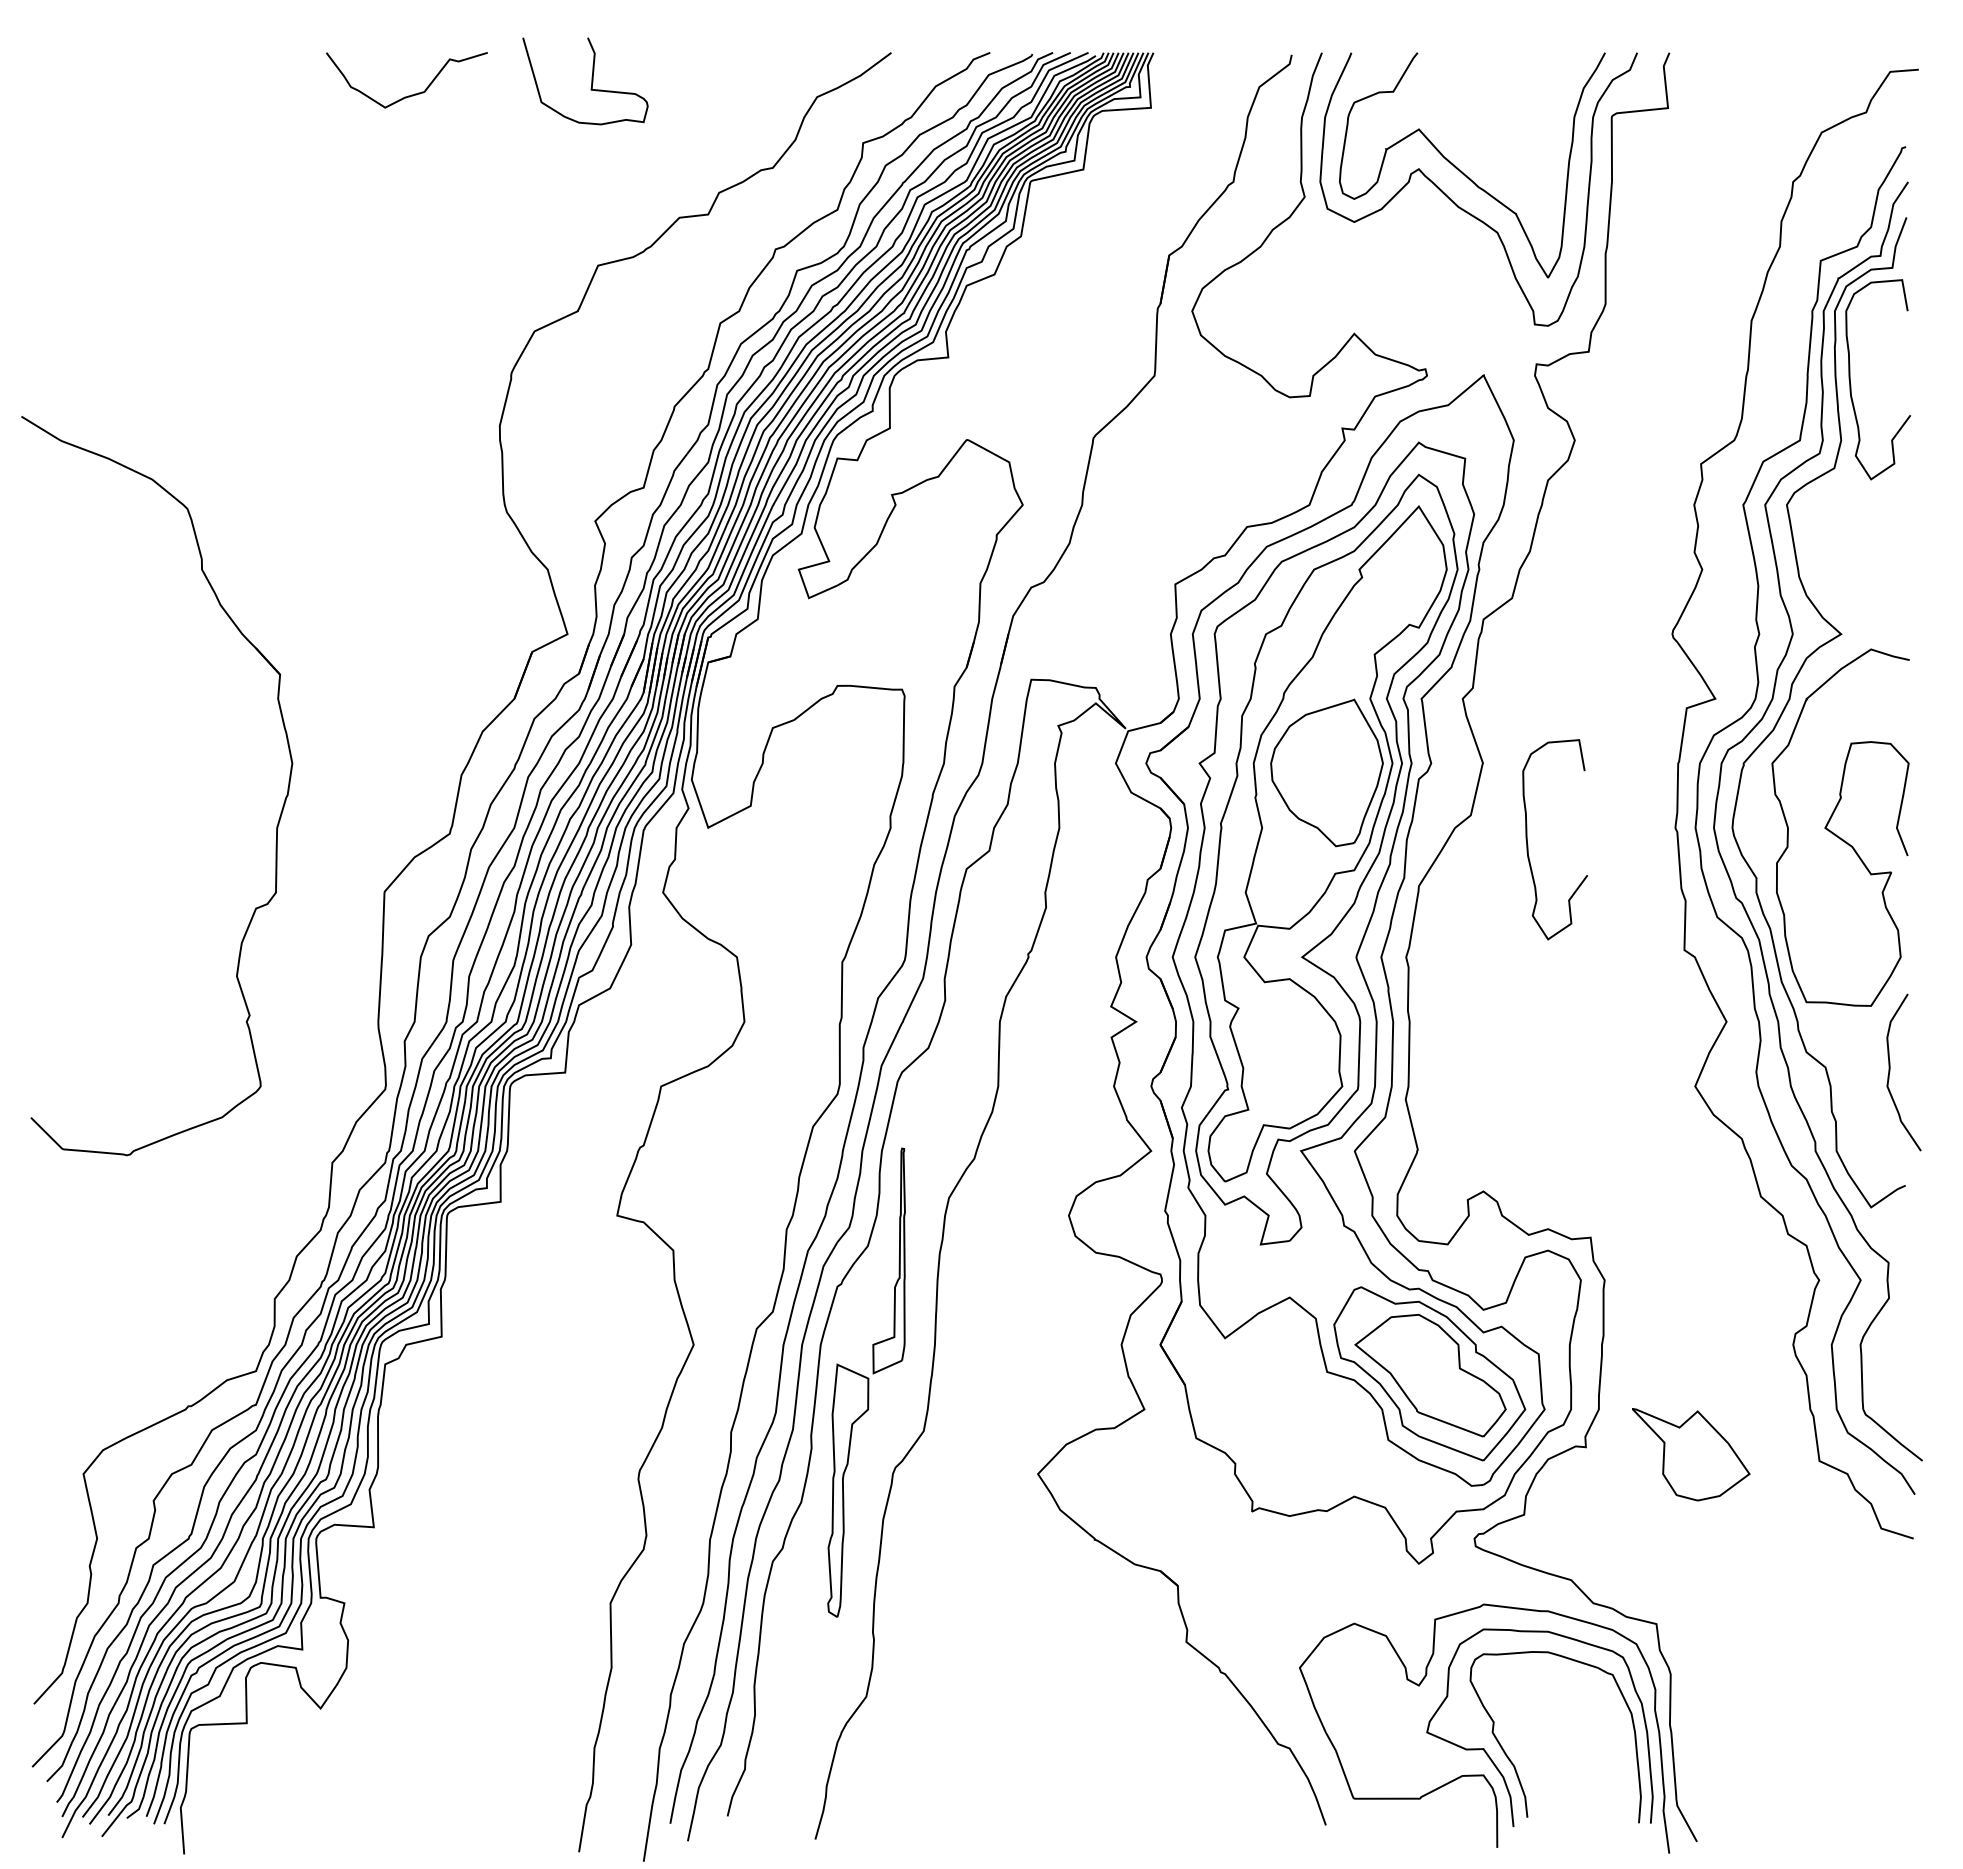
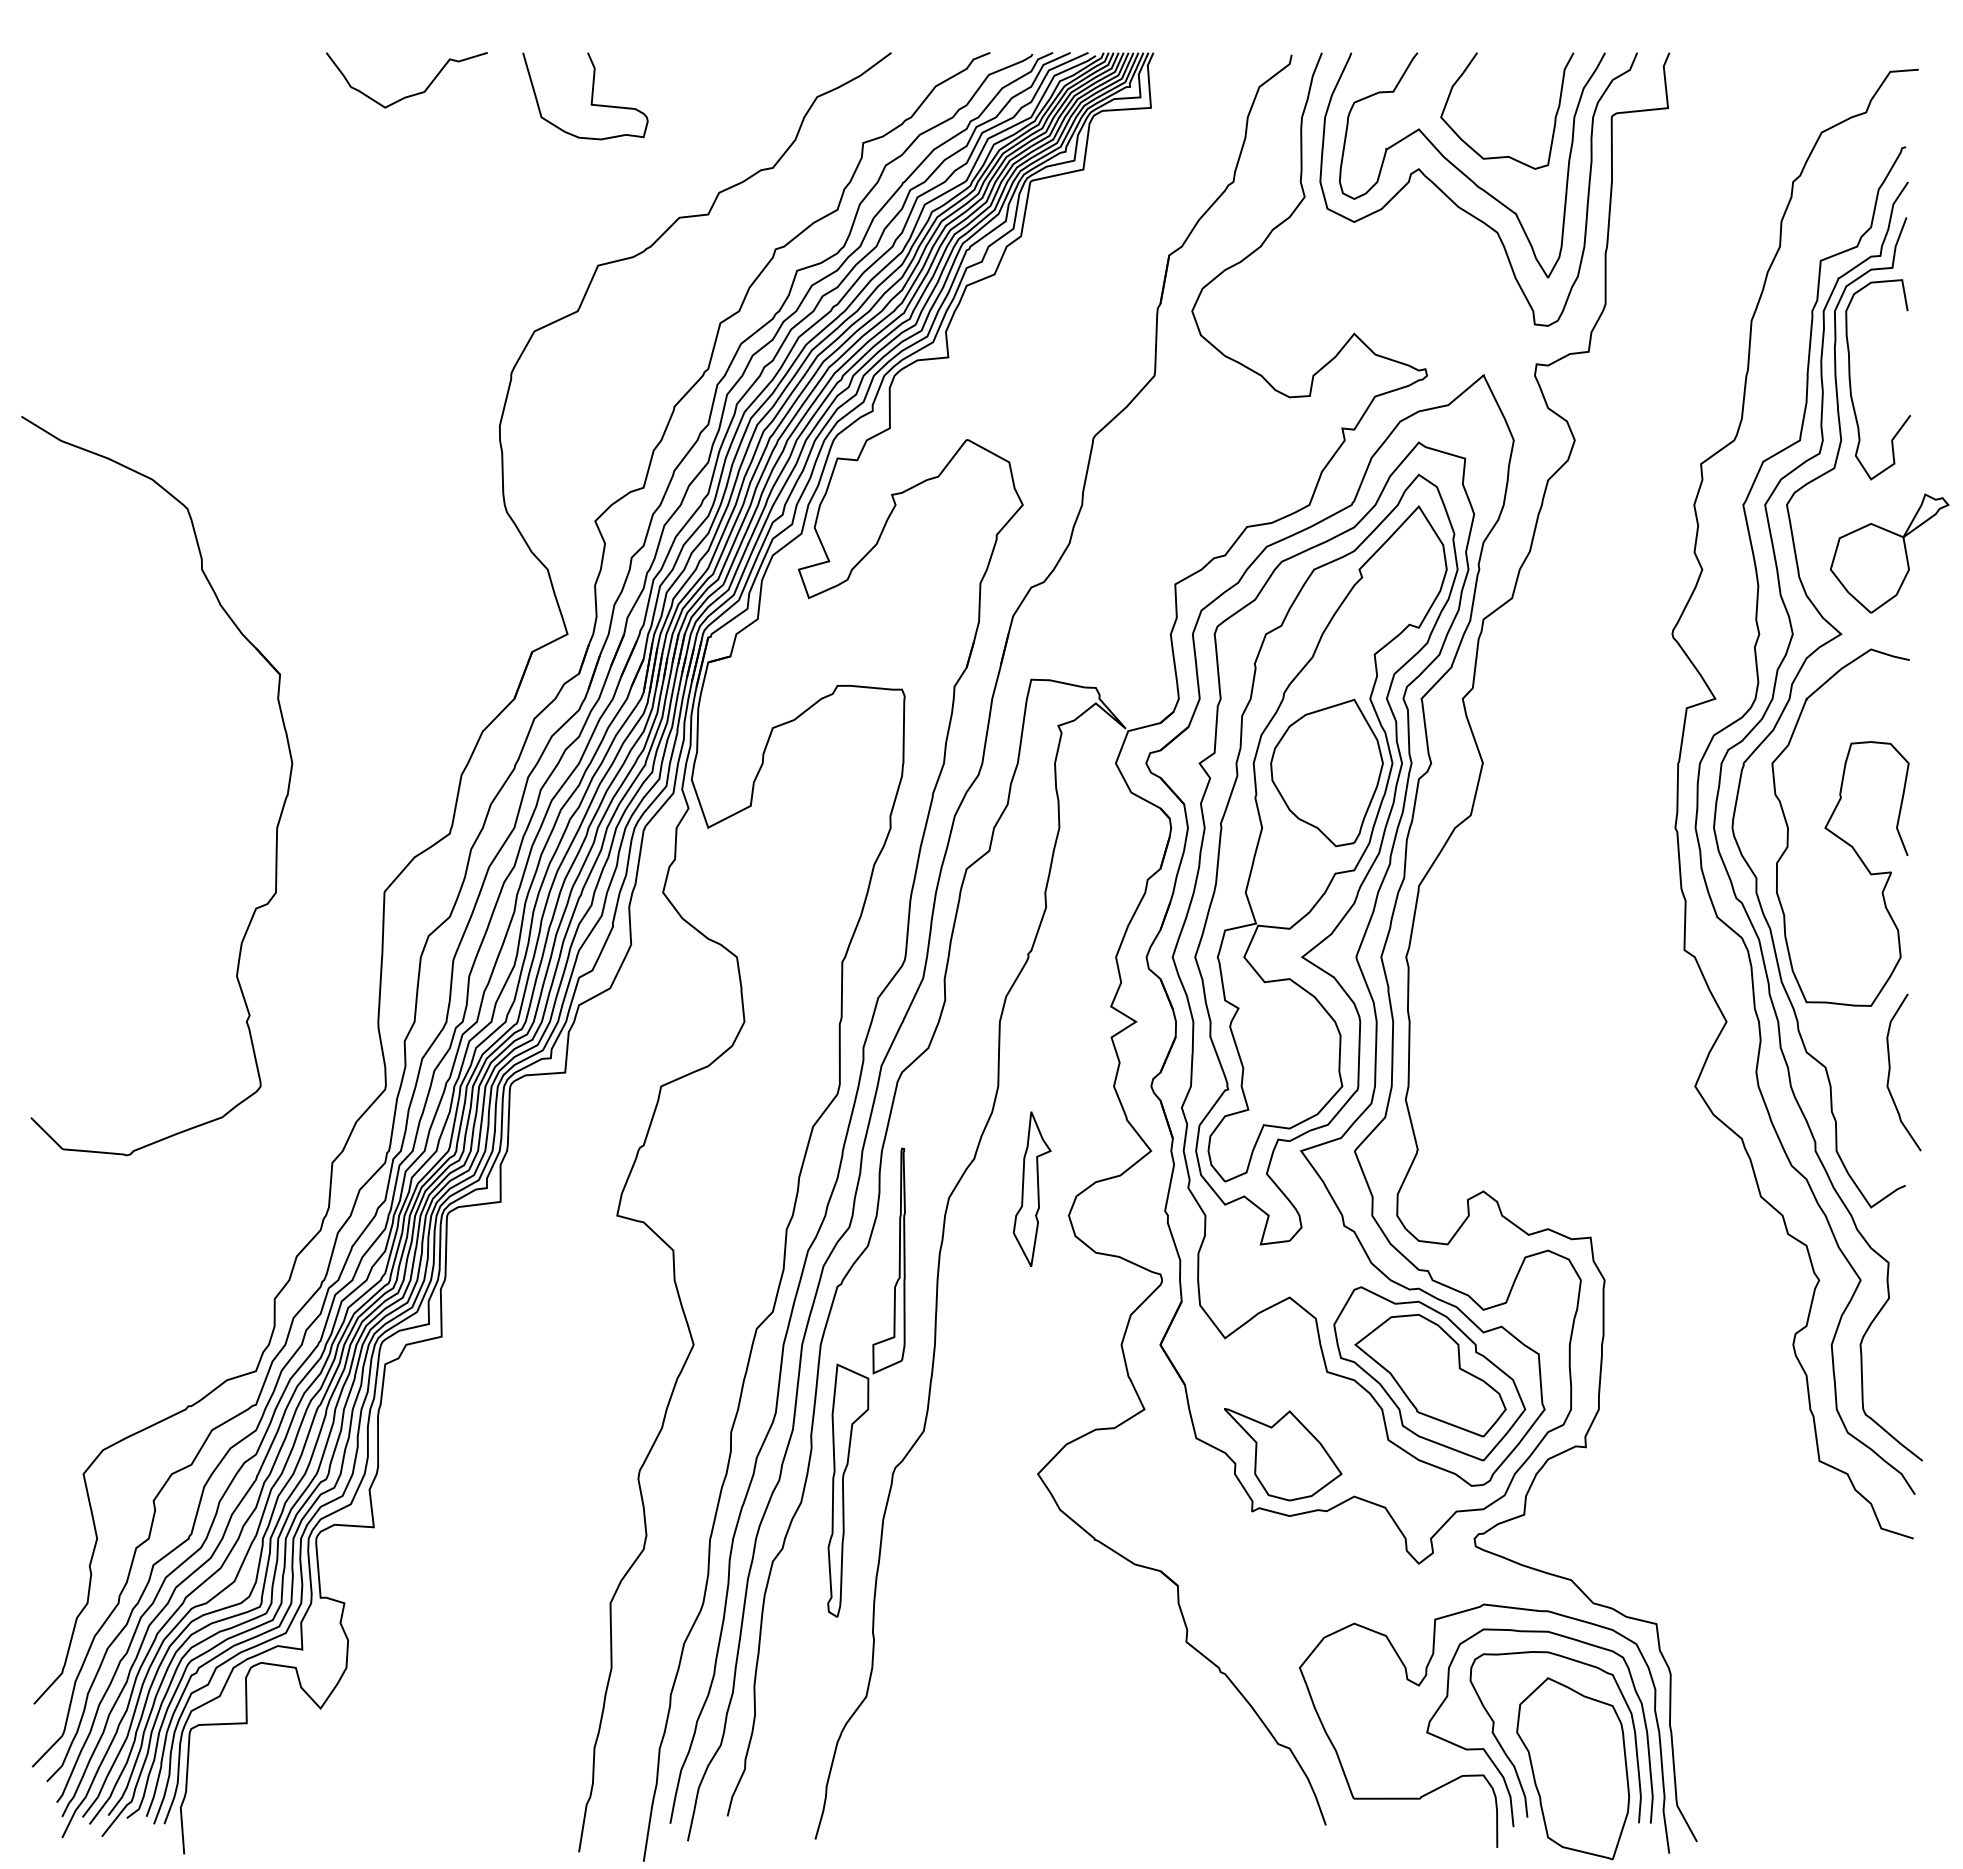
curve at (591, 81) position: (591, 81) -> (591, 96)
curve at (1507, 156): none -> present
part at (1889, 553): none -> present
curve at (1528, 844): present -> none
part at (1032, 1188): none -> present
part at (1691, 1454) position: (1691, 1454) -> (1283, 1454)
part at (1573, 1768): none -> present
